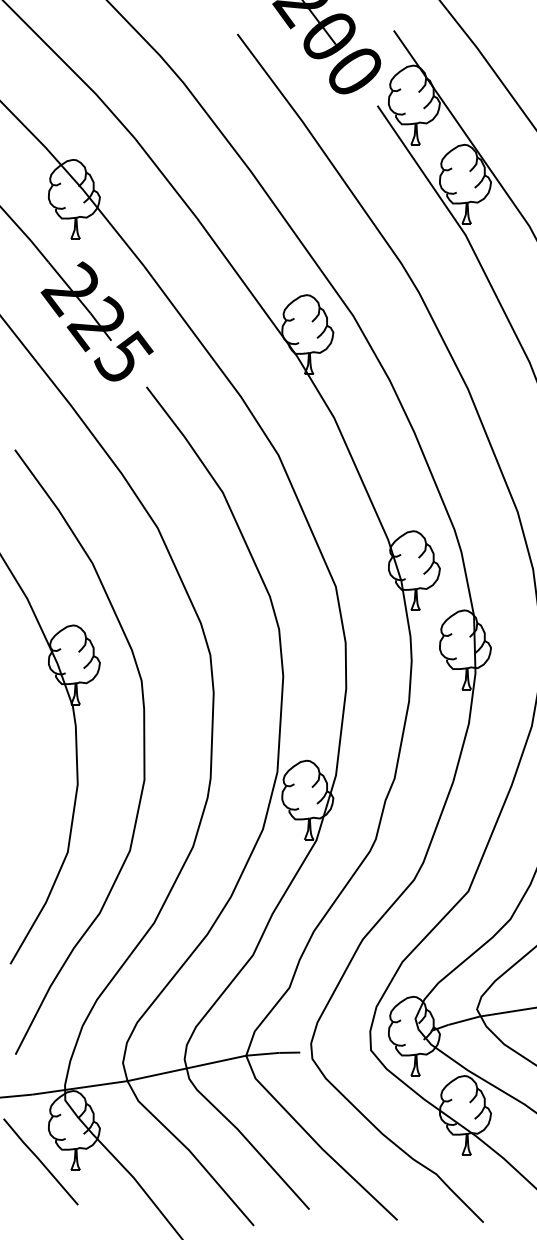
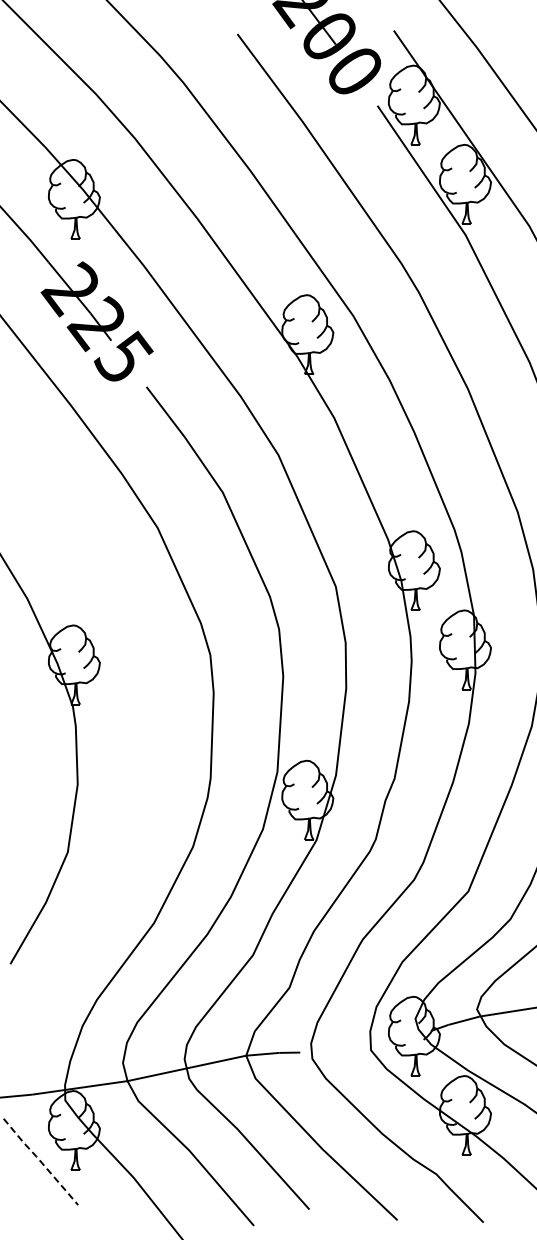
curve at (143, 751): present -> none
line at (40, 1161): solid -> dashed
